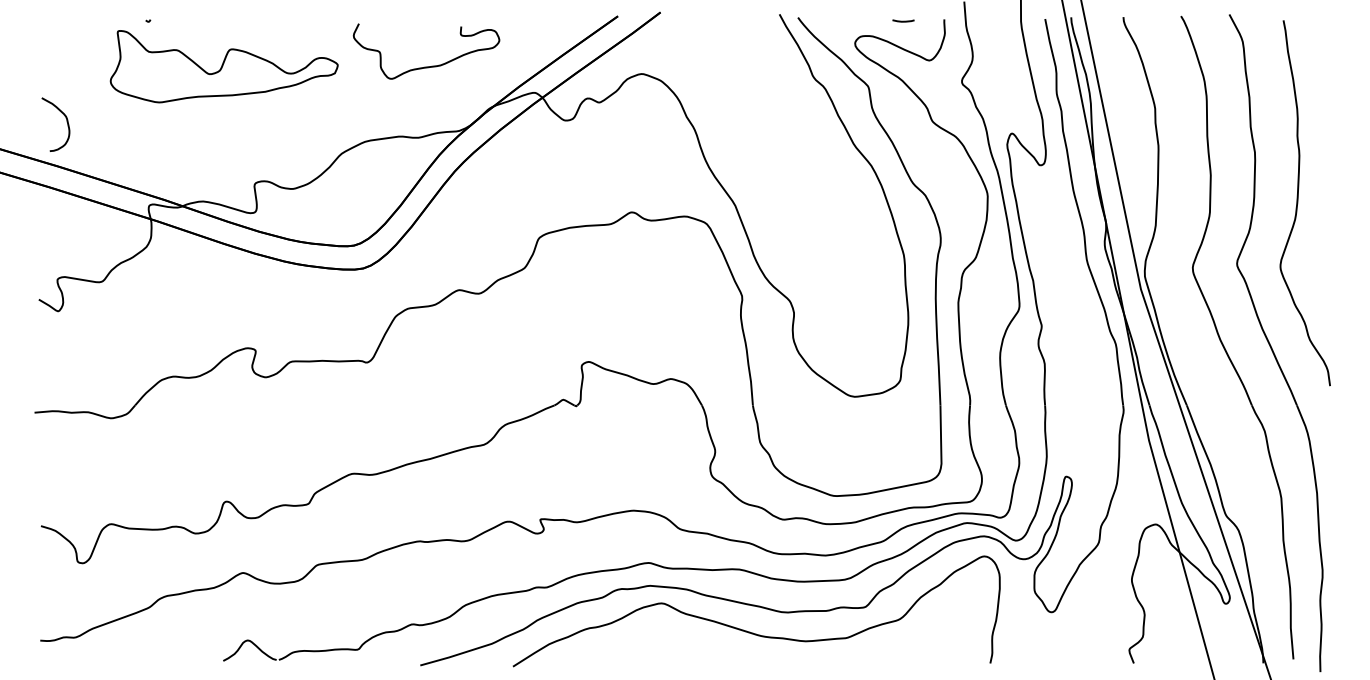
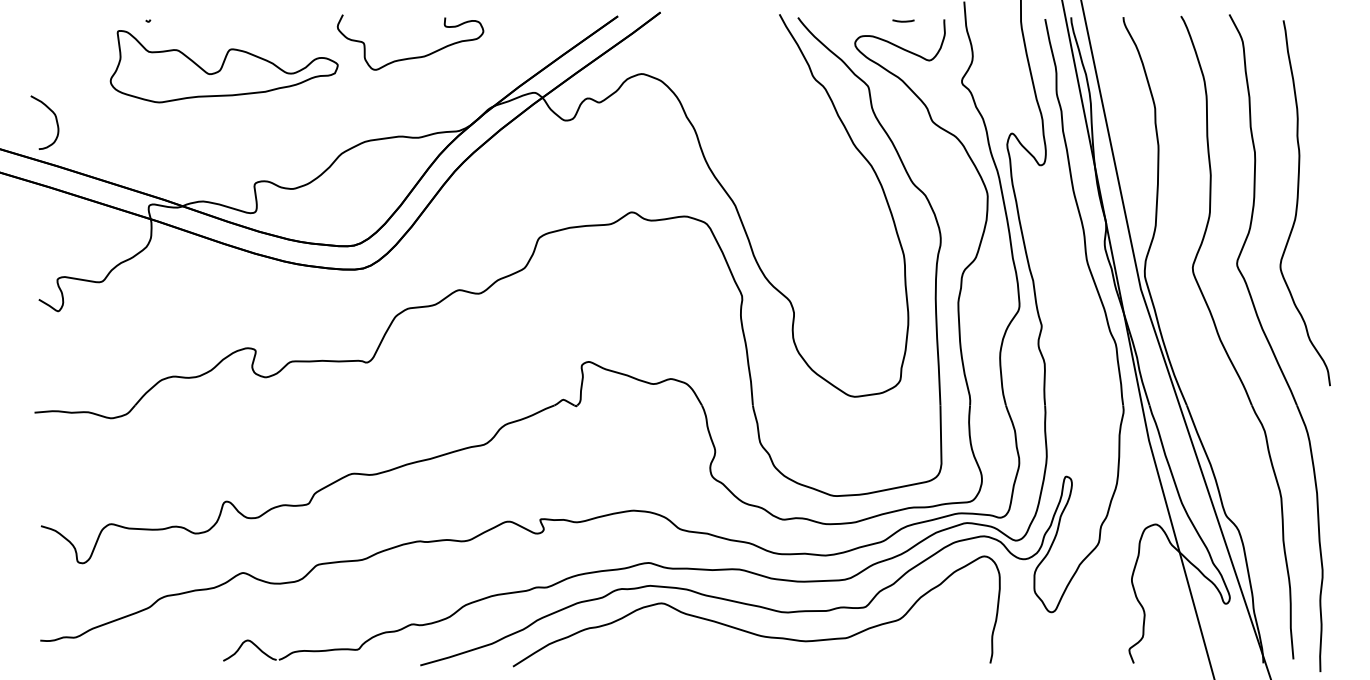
curve at (426, 66) position: (426, 66) -> (410, 57)
curve at (66, 122) position: (66, 122) -> (55, 120)
